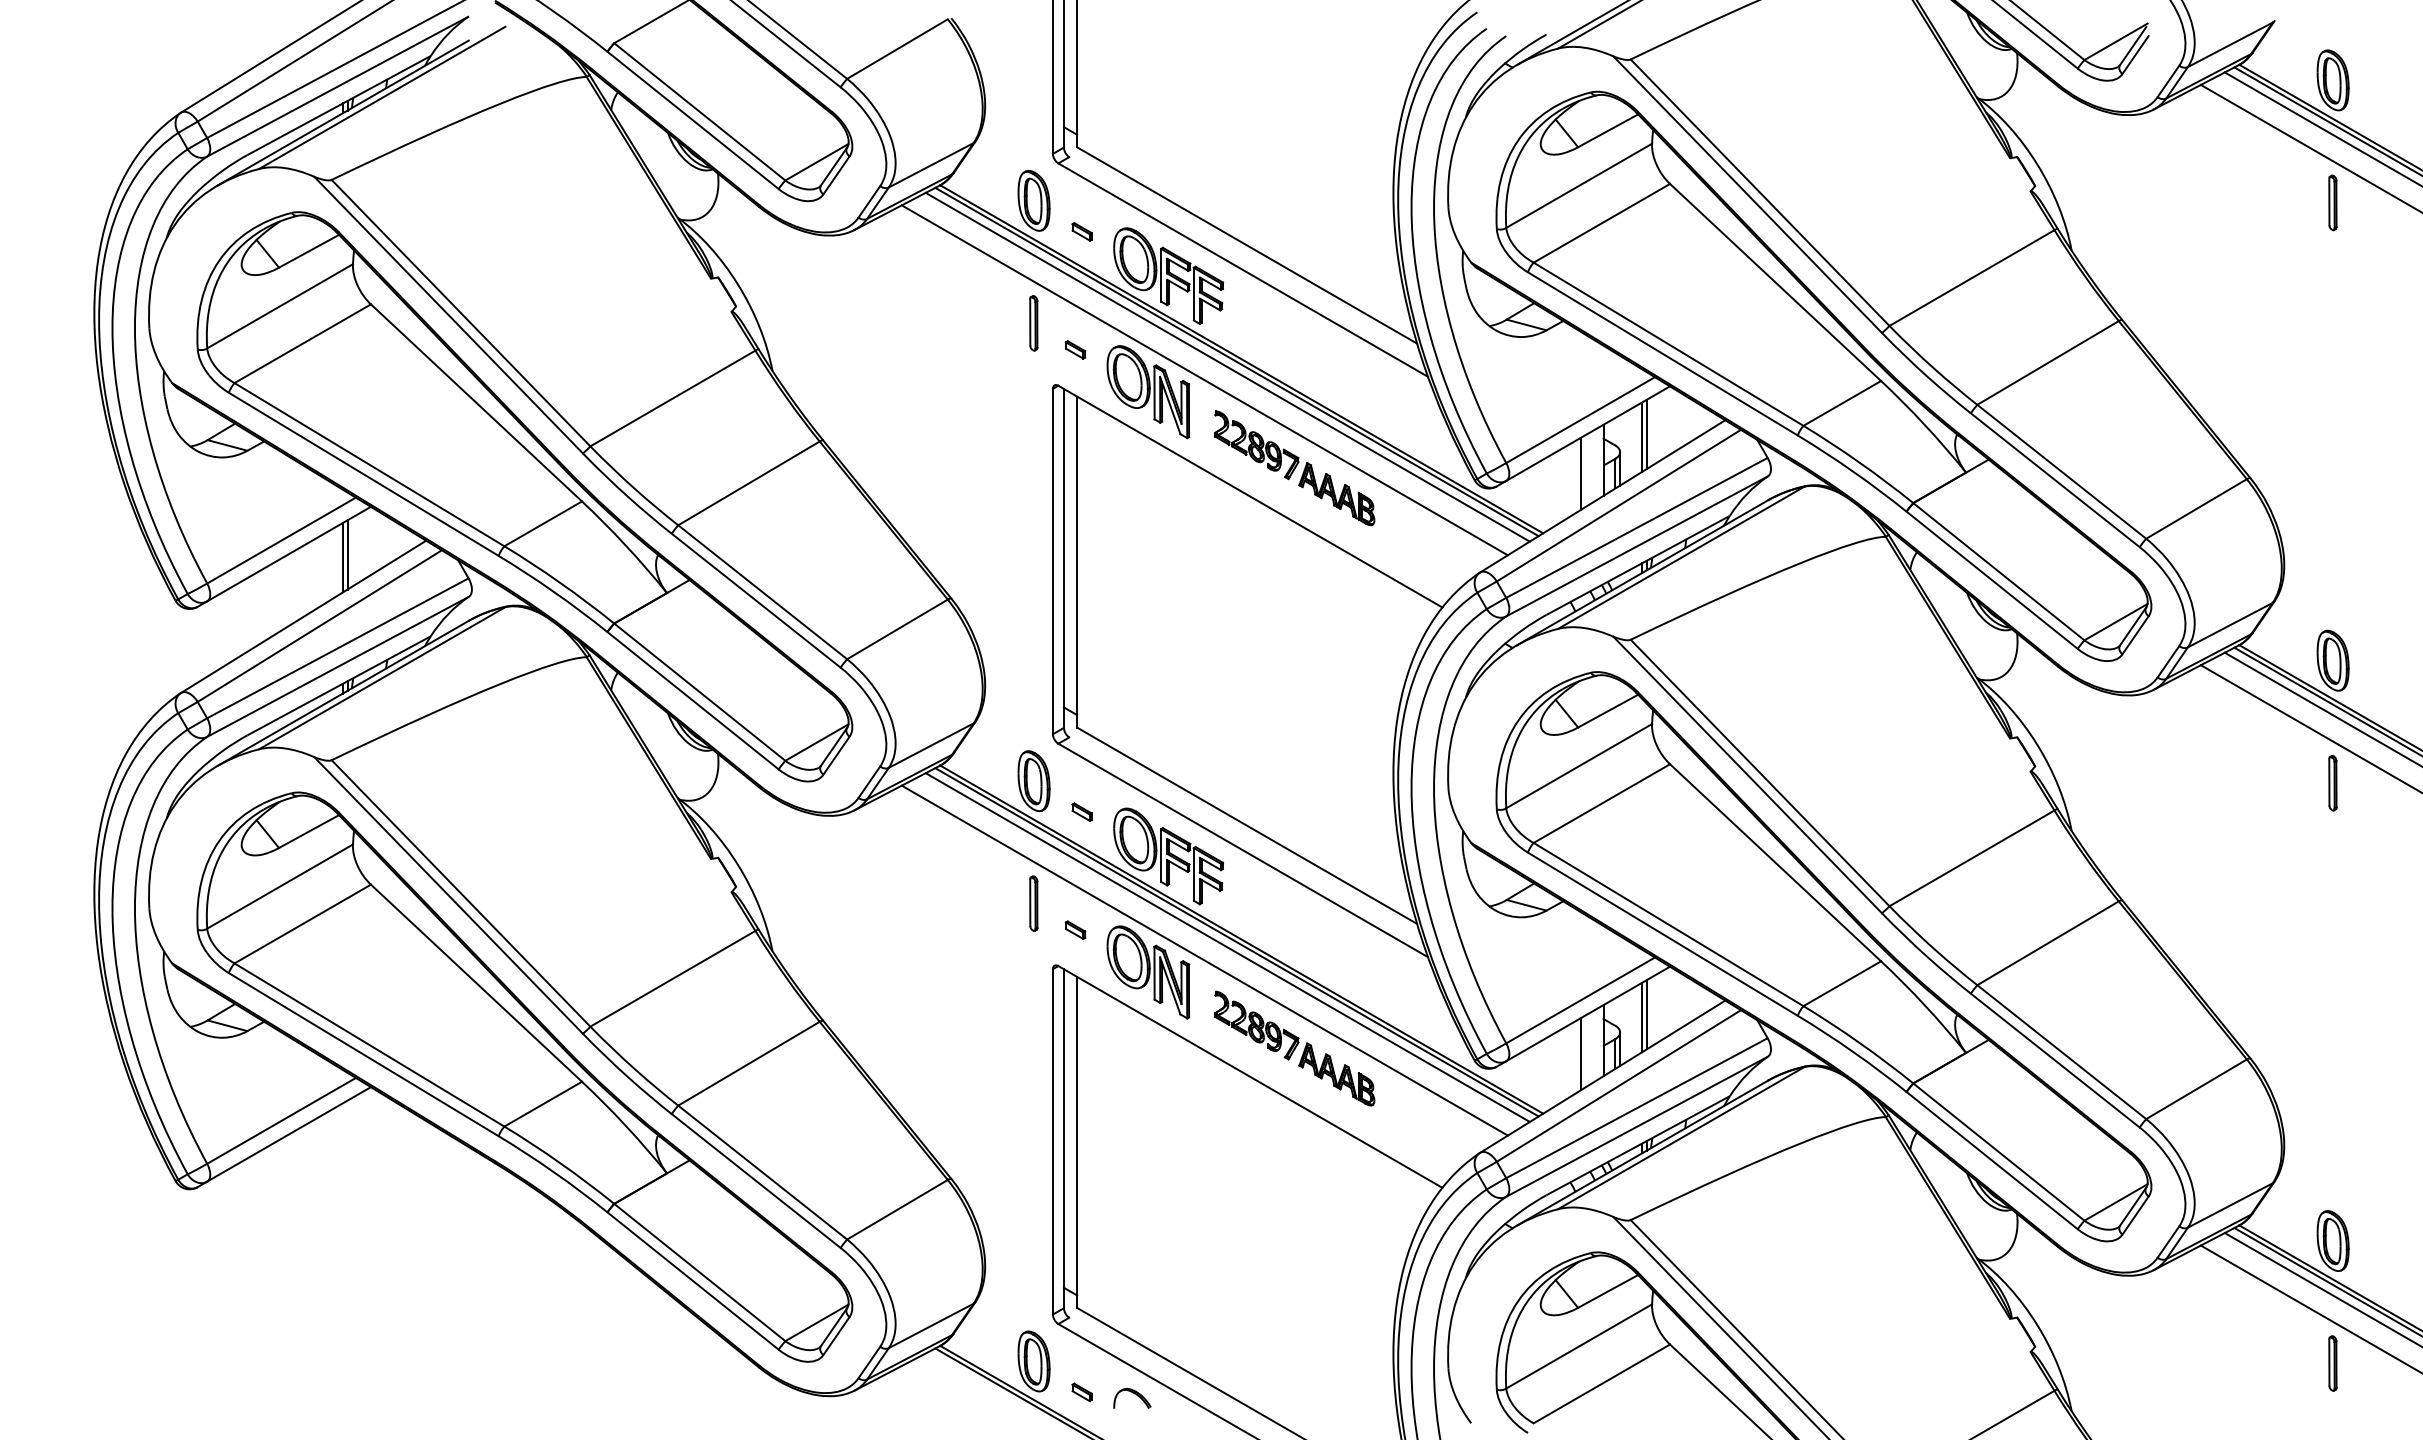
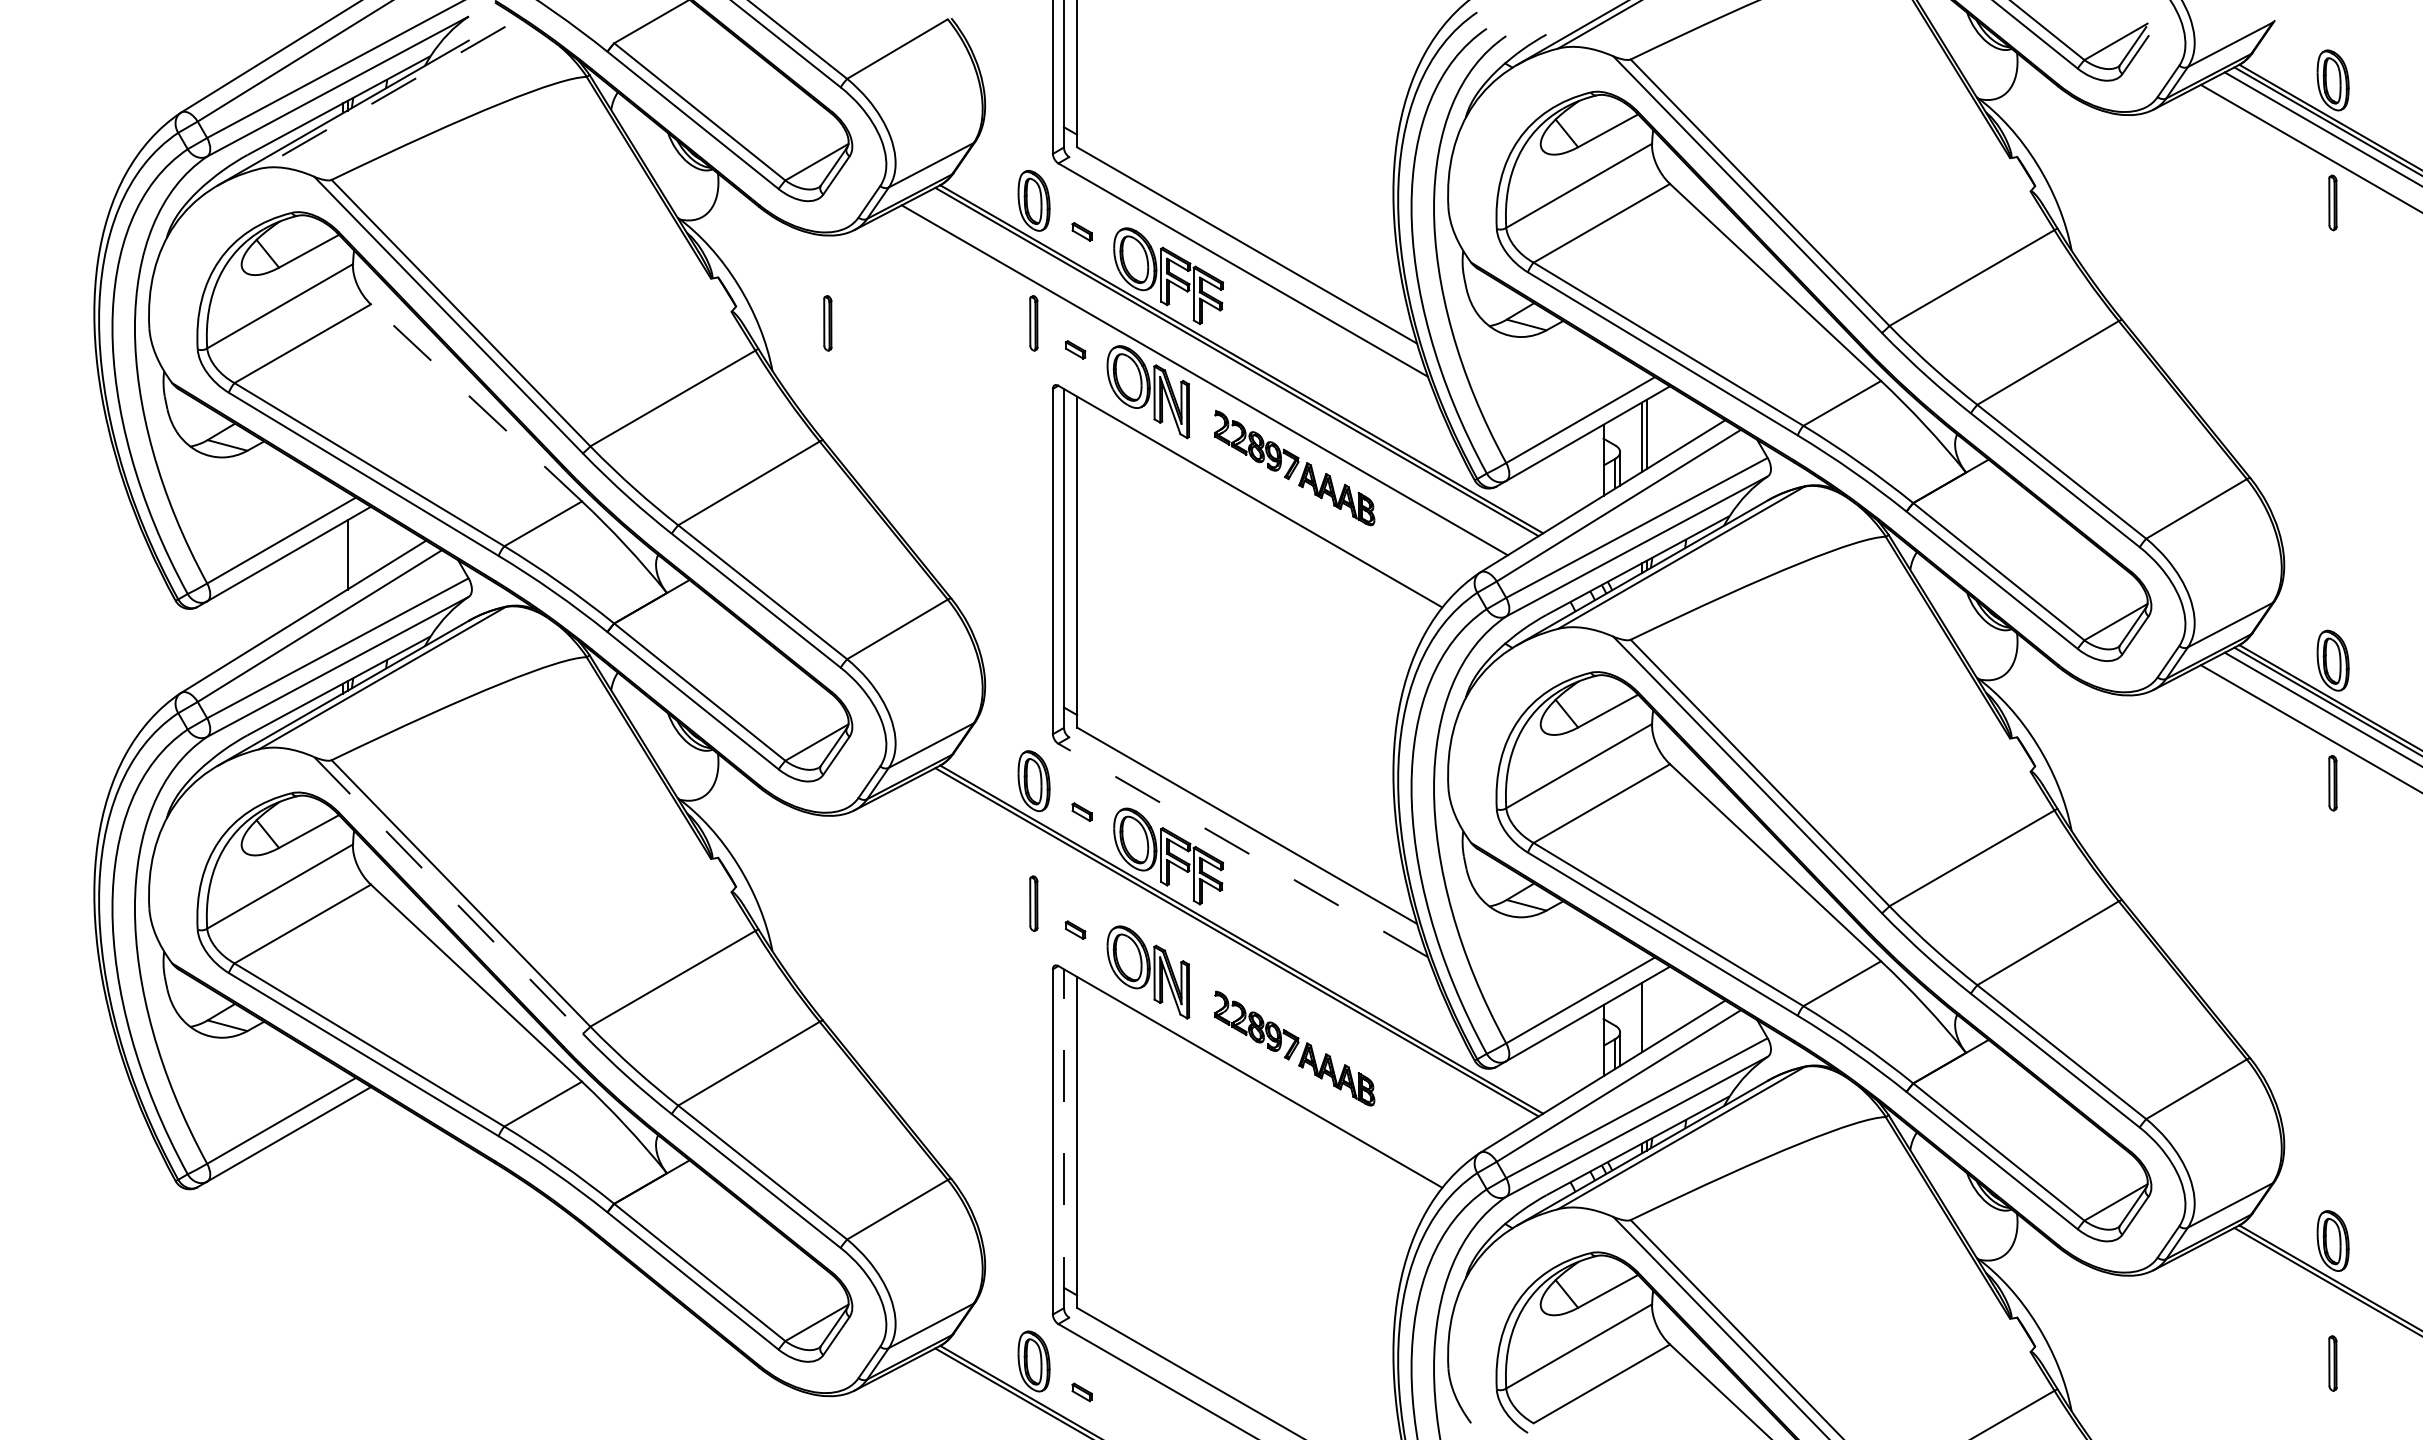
line at (381, 98): solid -> dashed
part at (827, 323): none -> present
line at (1227, 366): present -> none
line at (476, 402): solid -> dashed
line at (1581, 473): present -> none
line at (342, 557): present -> none
line at (1242, 850): solid -> dashed
line at (448, 895): solid -> dashed
line at (1227, 947): present -> none
line at (1204, 960): present -> none
line at (1646, 1014): present -> none
line at (1581, 1053): present -> none
line at (1063, 1138): solid -> dashed
line at (2321, 1289): present -> none
line at (2309, 1308): present -> none
part at (1132, 1398): present -> none
